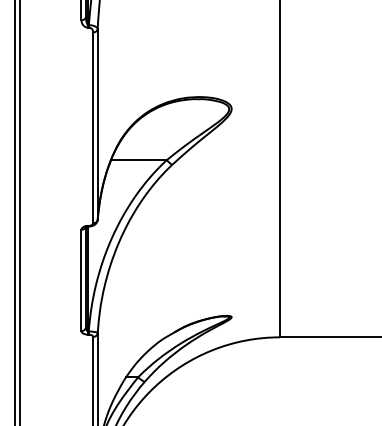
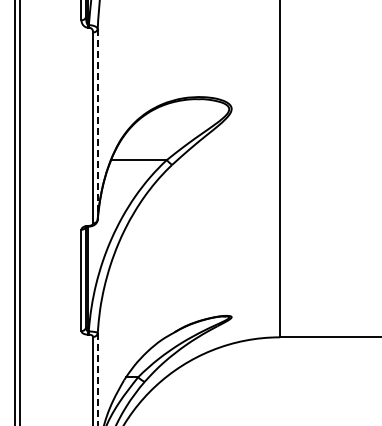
line at (97, 124): solid -> dashed
line at (97, 380): solid -> dashed
